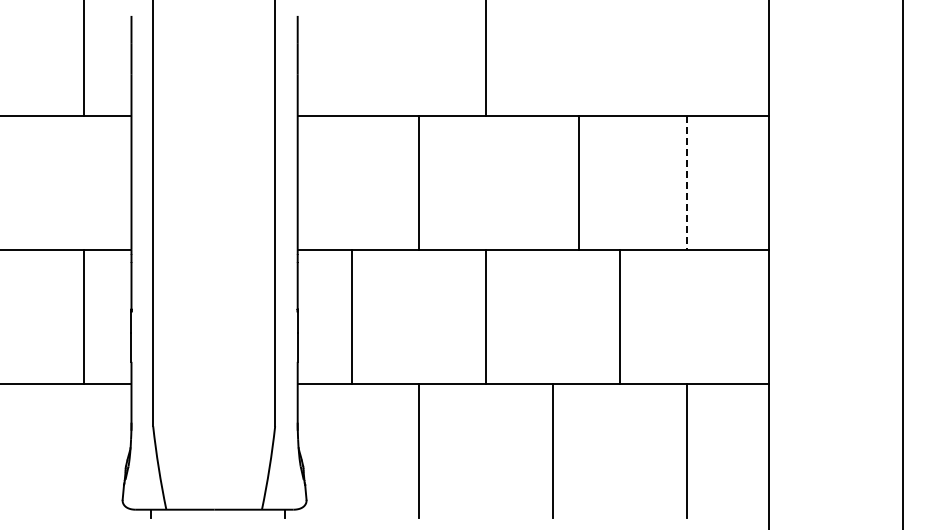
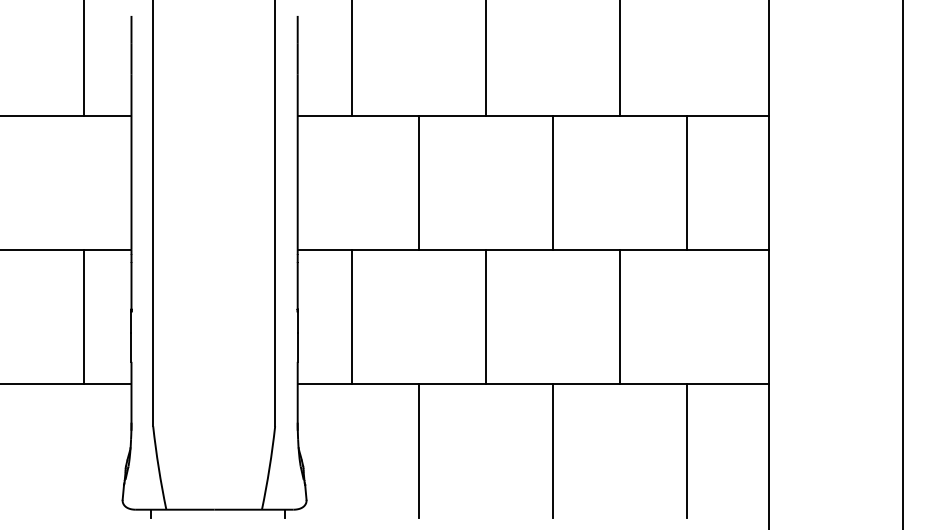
line at (352, 59): none -> present
line at (620, 59): none -> present
line at (579, 183) position: (579, 183) -> (553, 183)
line at (687, 183): dashed -> solid
